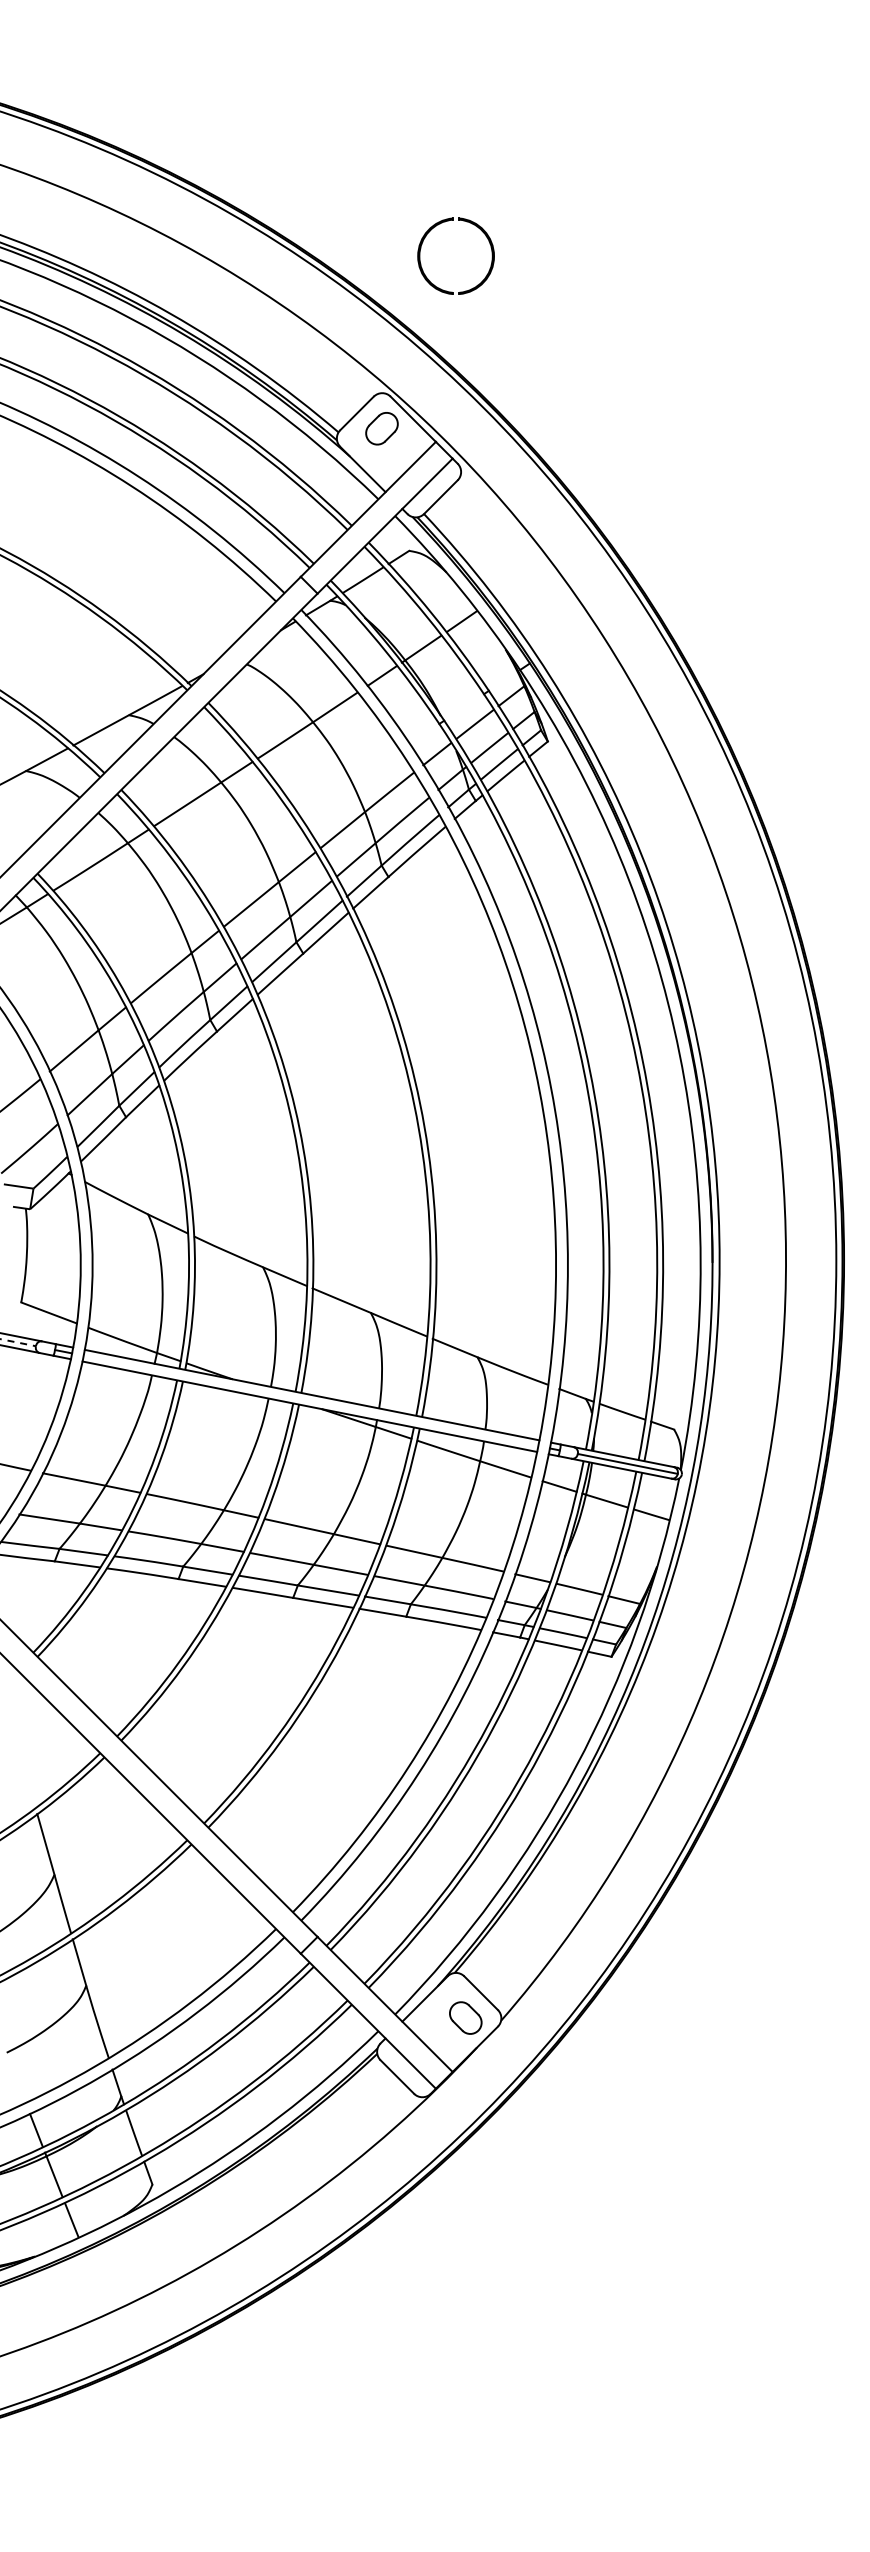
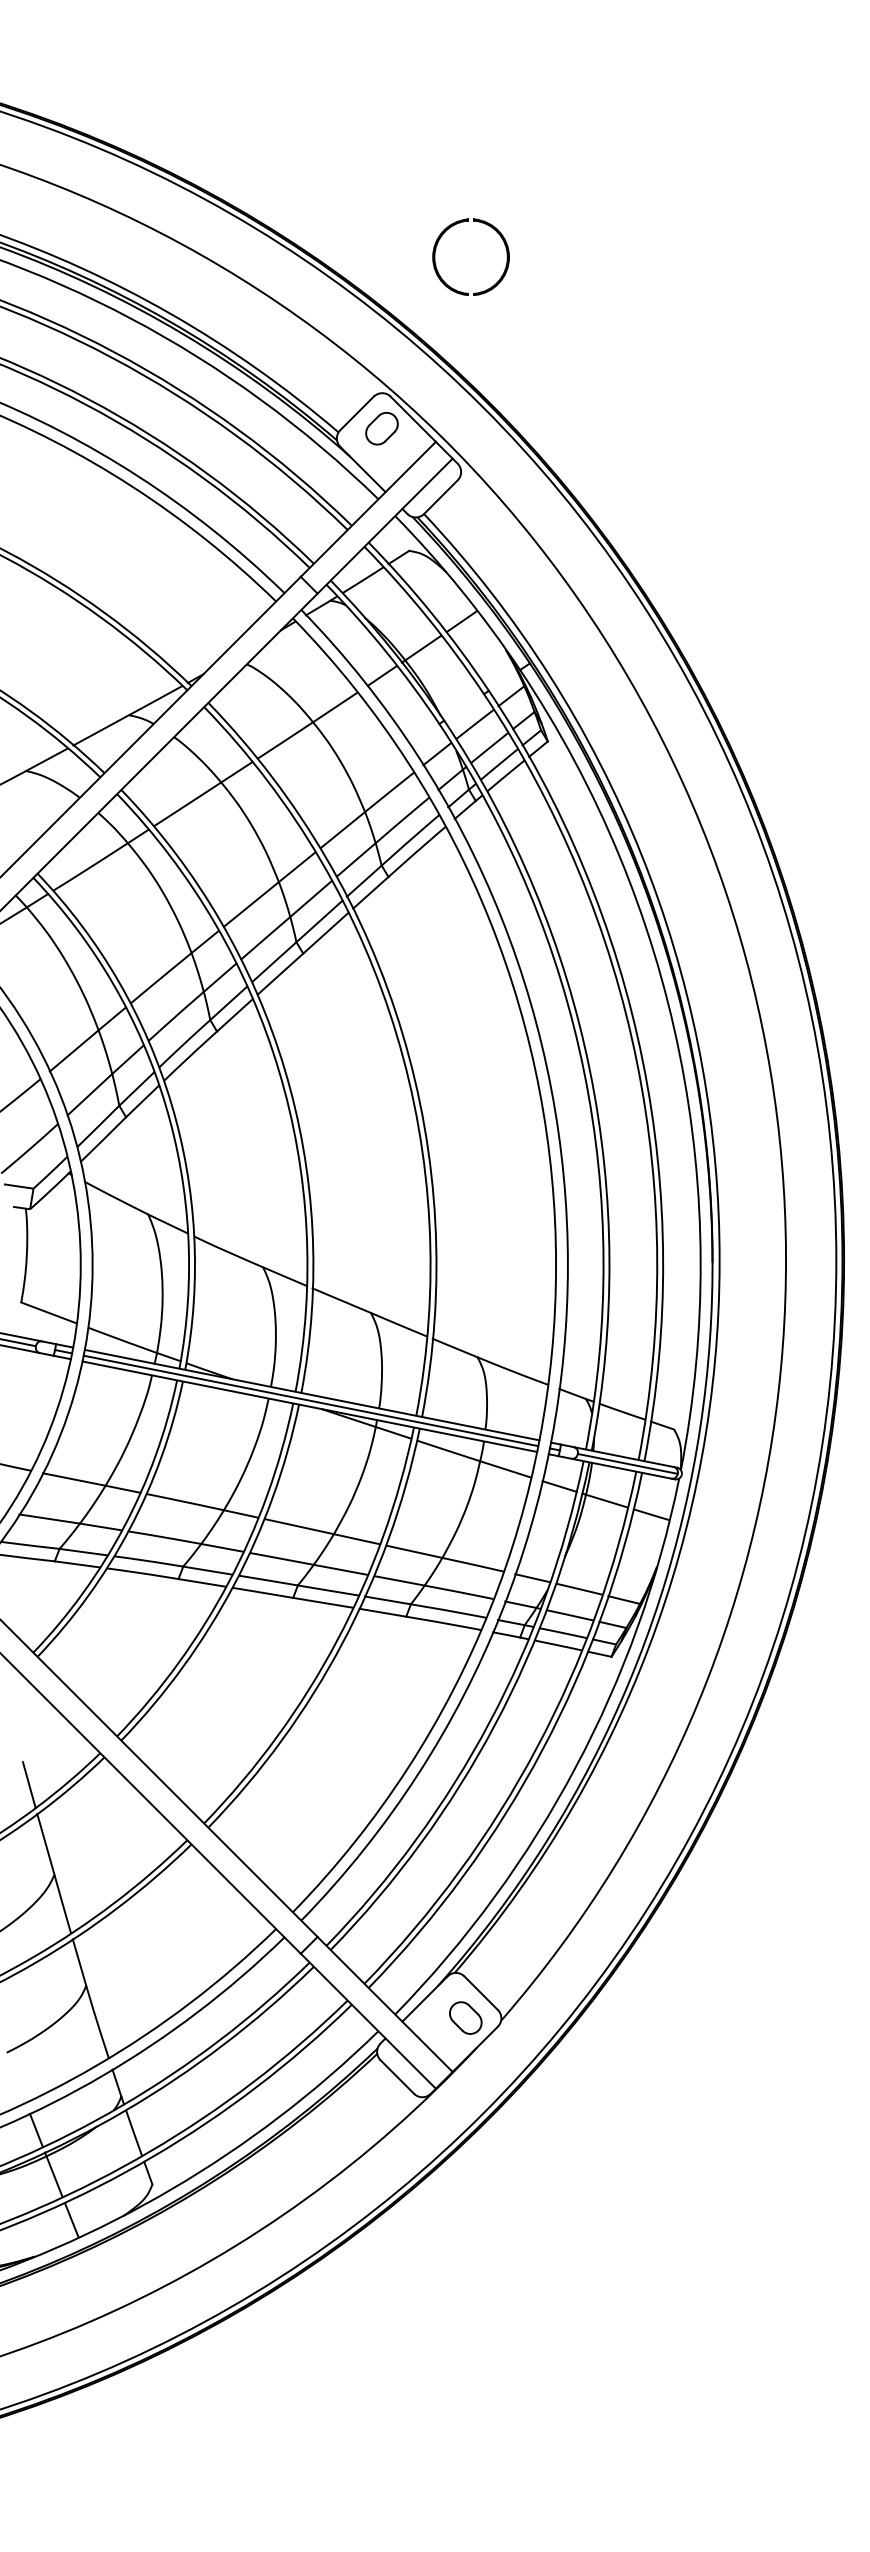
part at (435, 227) position: (435, 227) -> (450, 228)
line at (18, 1342): dashed -> solid
line at (310, 1400): none -> present
line at (28, 1785): none -> present
